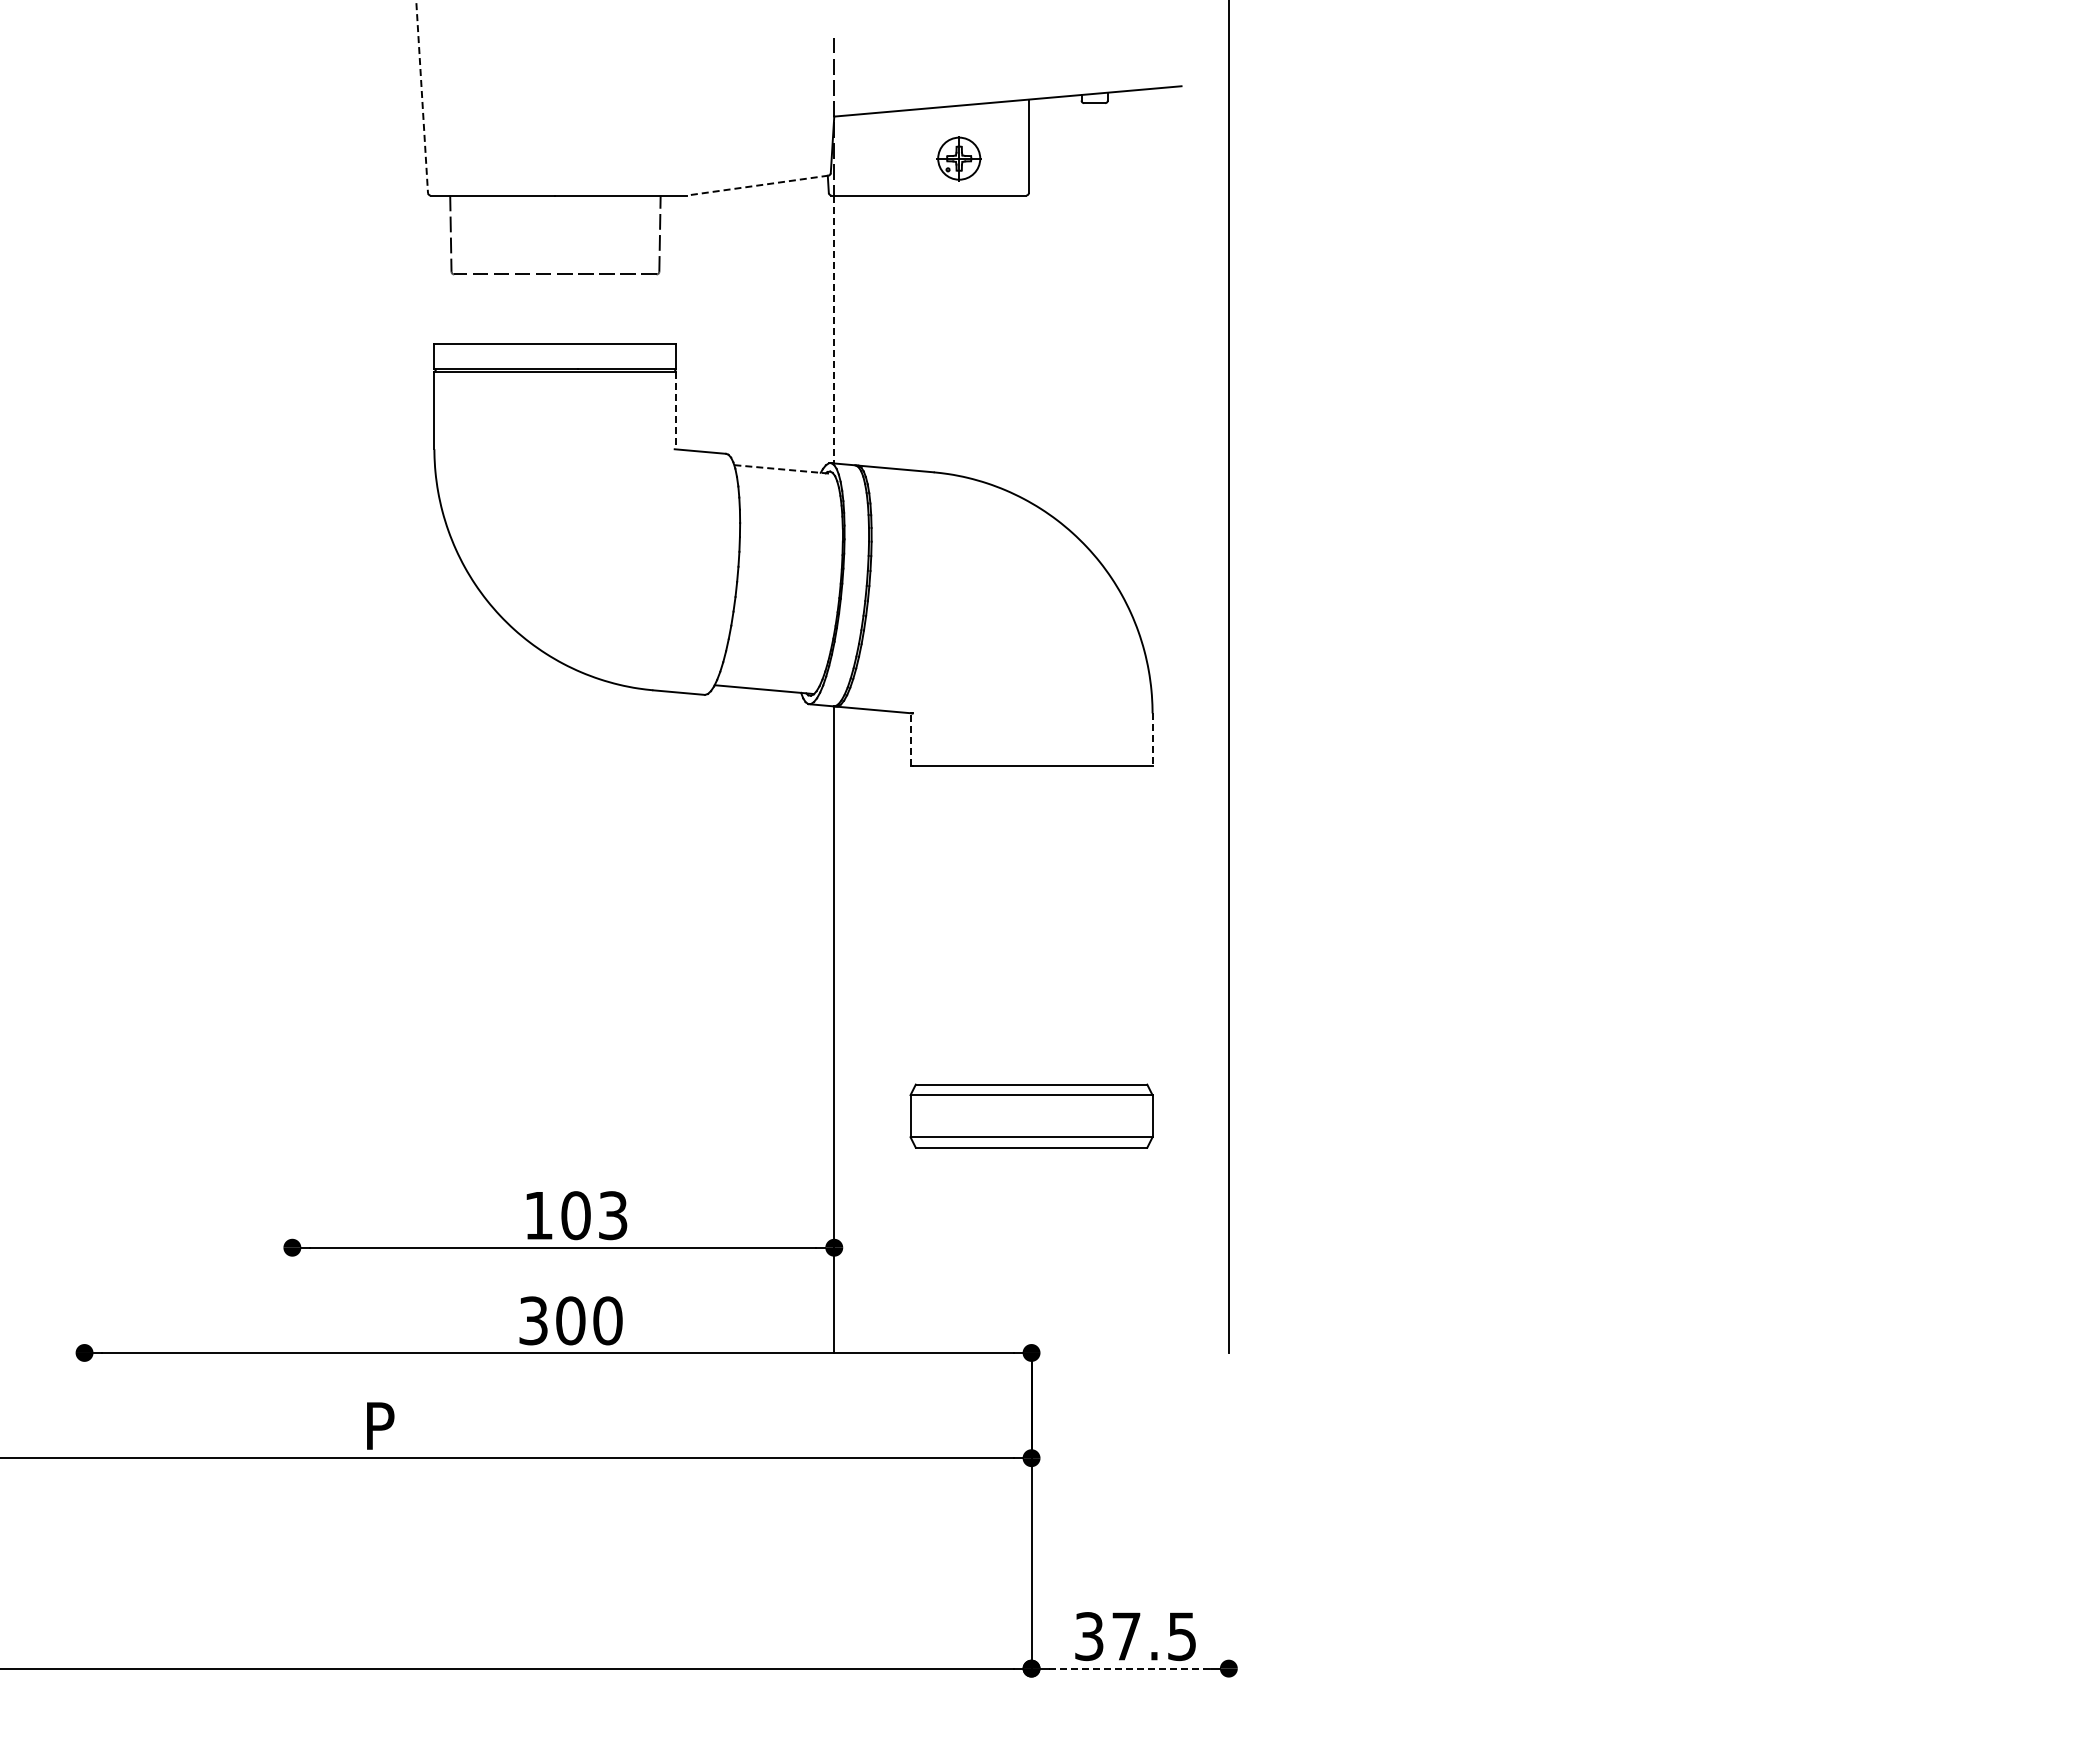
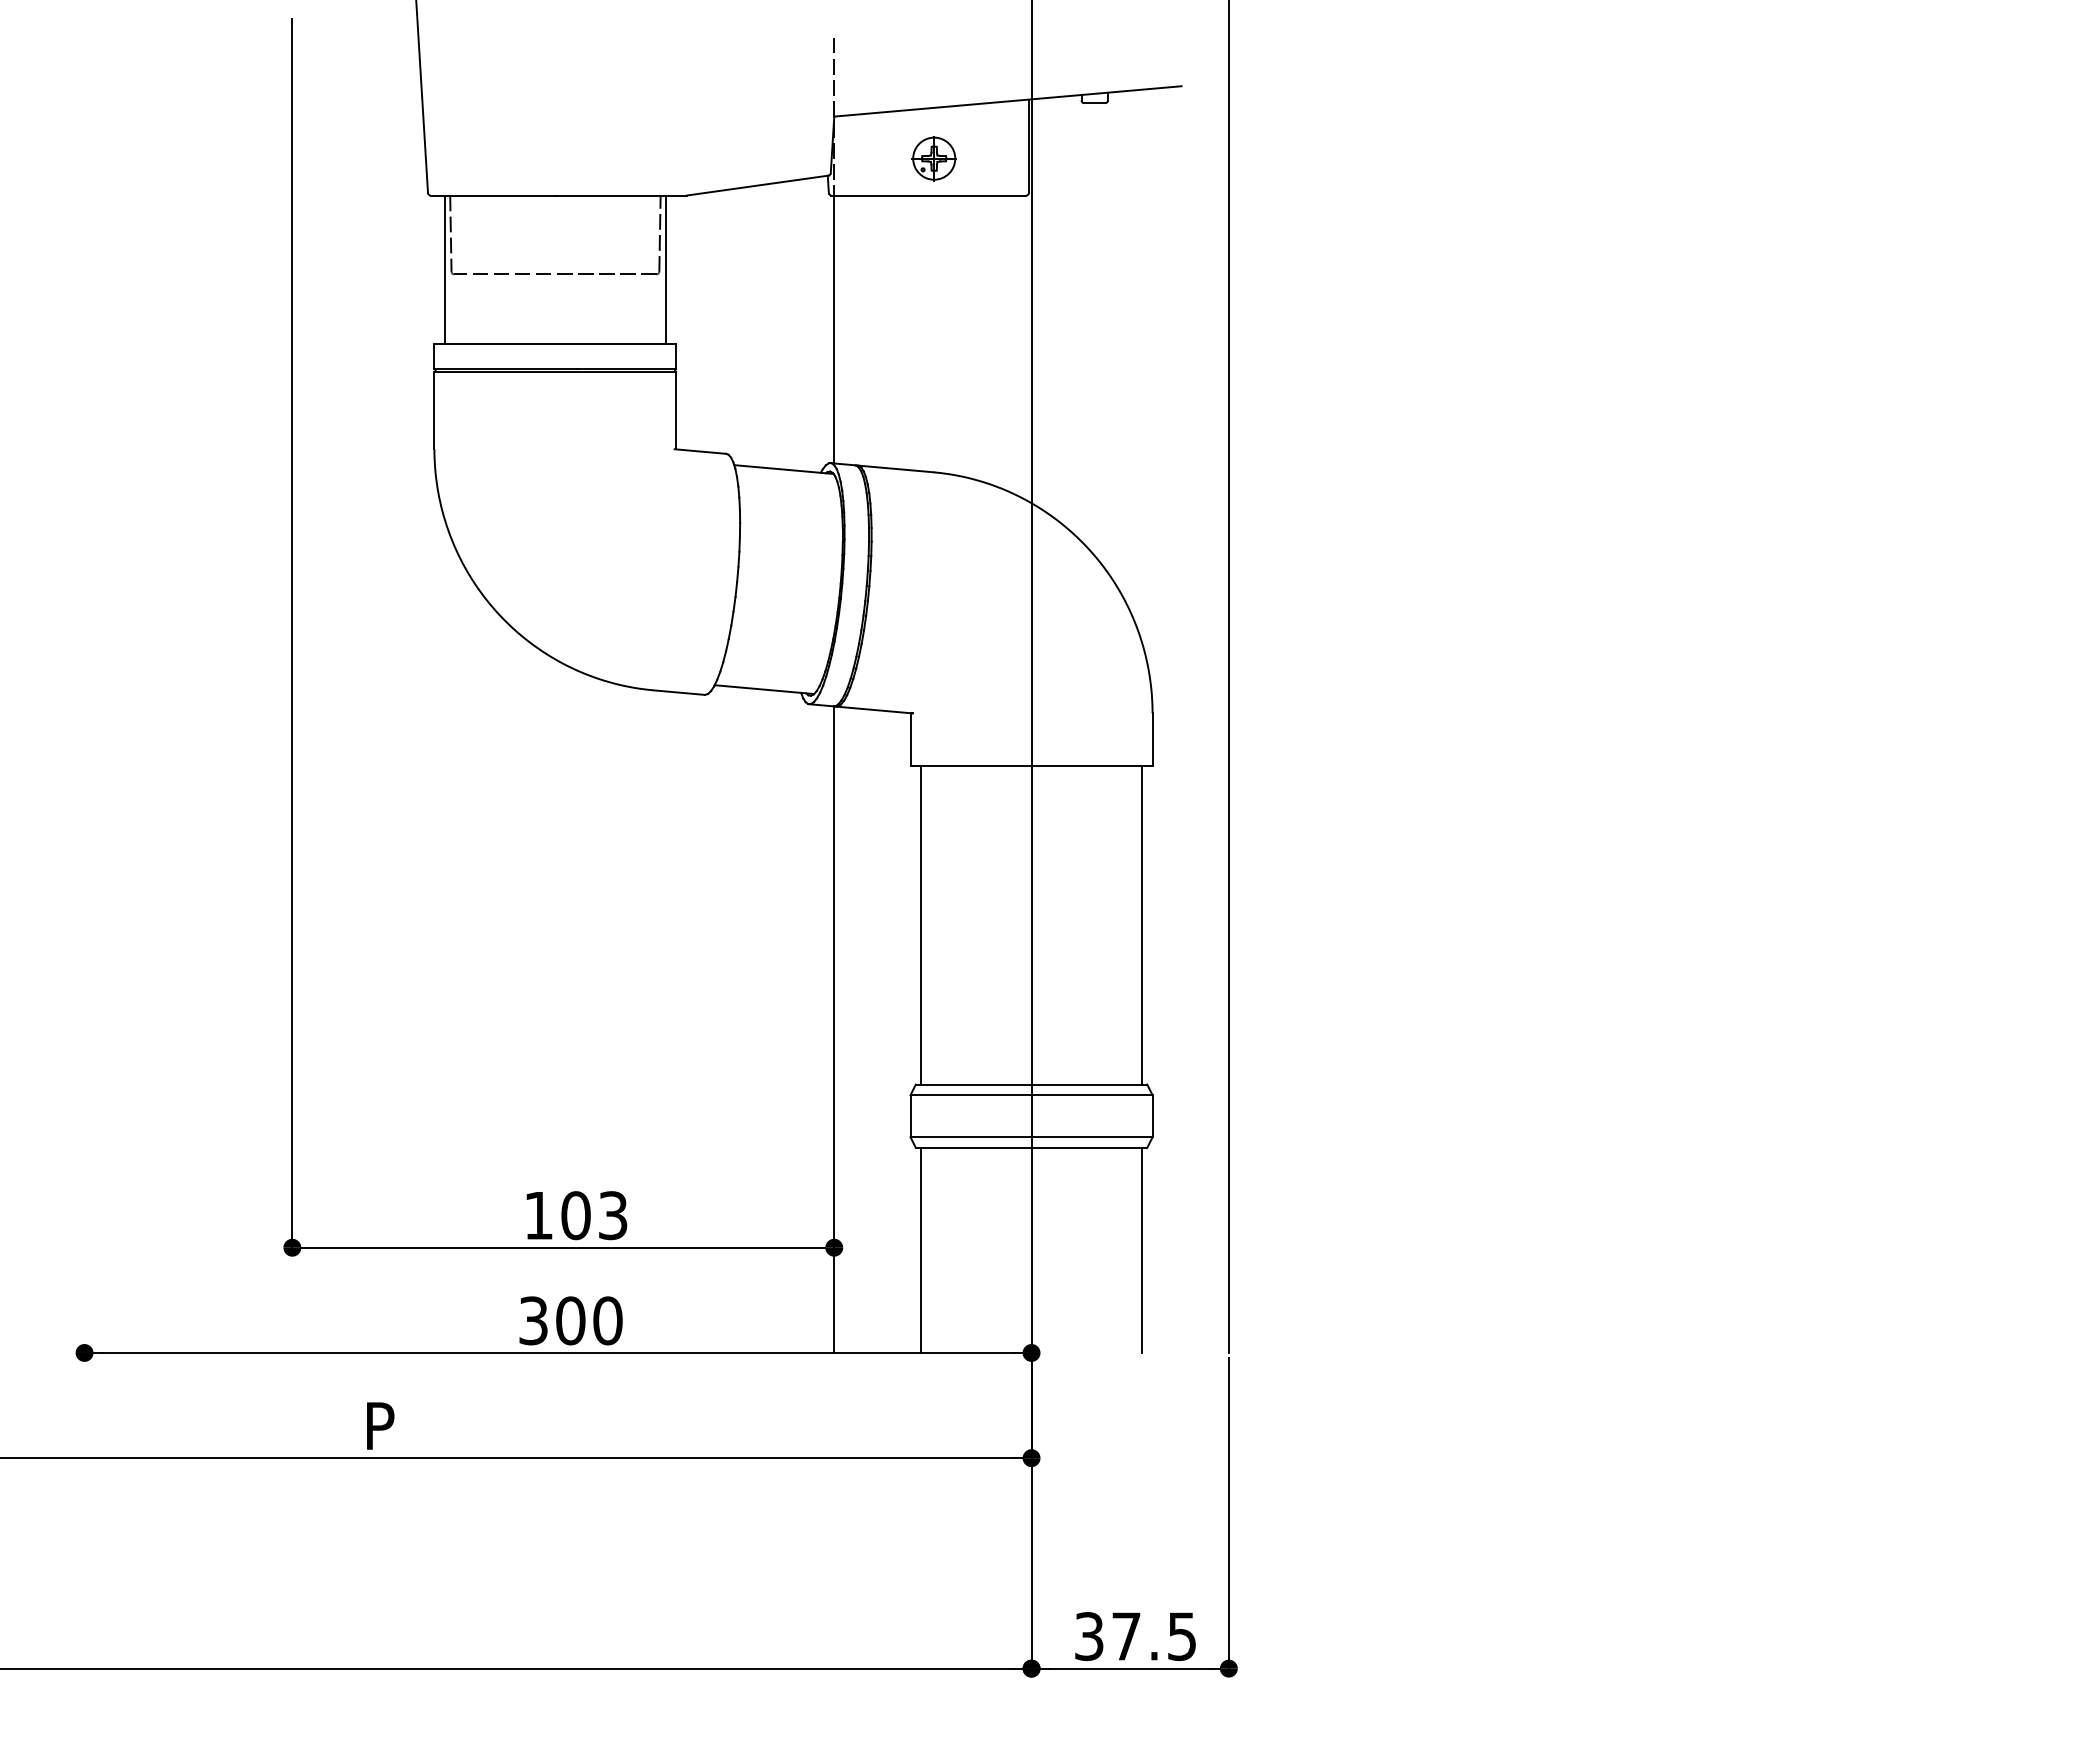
line at (422, 97): dashed -> solid
part at (958, 158) position: (958, 158) -> (933, 158)
line at (757, 185): dashed -> solid
line at (444, 269): none -> present
line at (665, 269): none -> present
line at (834, 329): dashed -> solid
line at (676, 410): dashed -> solid
line at (784, 469): dashed -> solid
line at (292, 636): none -> present
line at (1031, 677): none -> present
line at (910, 739): dashed -> solid
line at (1152, 740): dashed -> solid
line at (921, 925): none -> present
line at (1142, 925): none -> present
line at (921, 1249): none -> present
line at (1142, 1249): none -> present
line at (1228, 1515): none -> present
line at (1130, 1668): dashed -> solid
